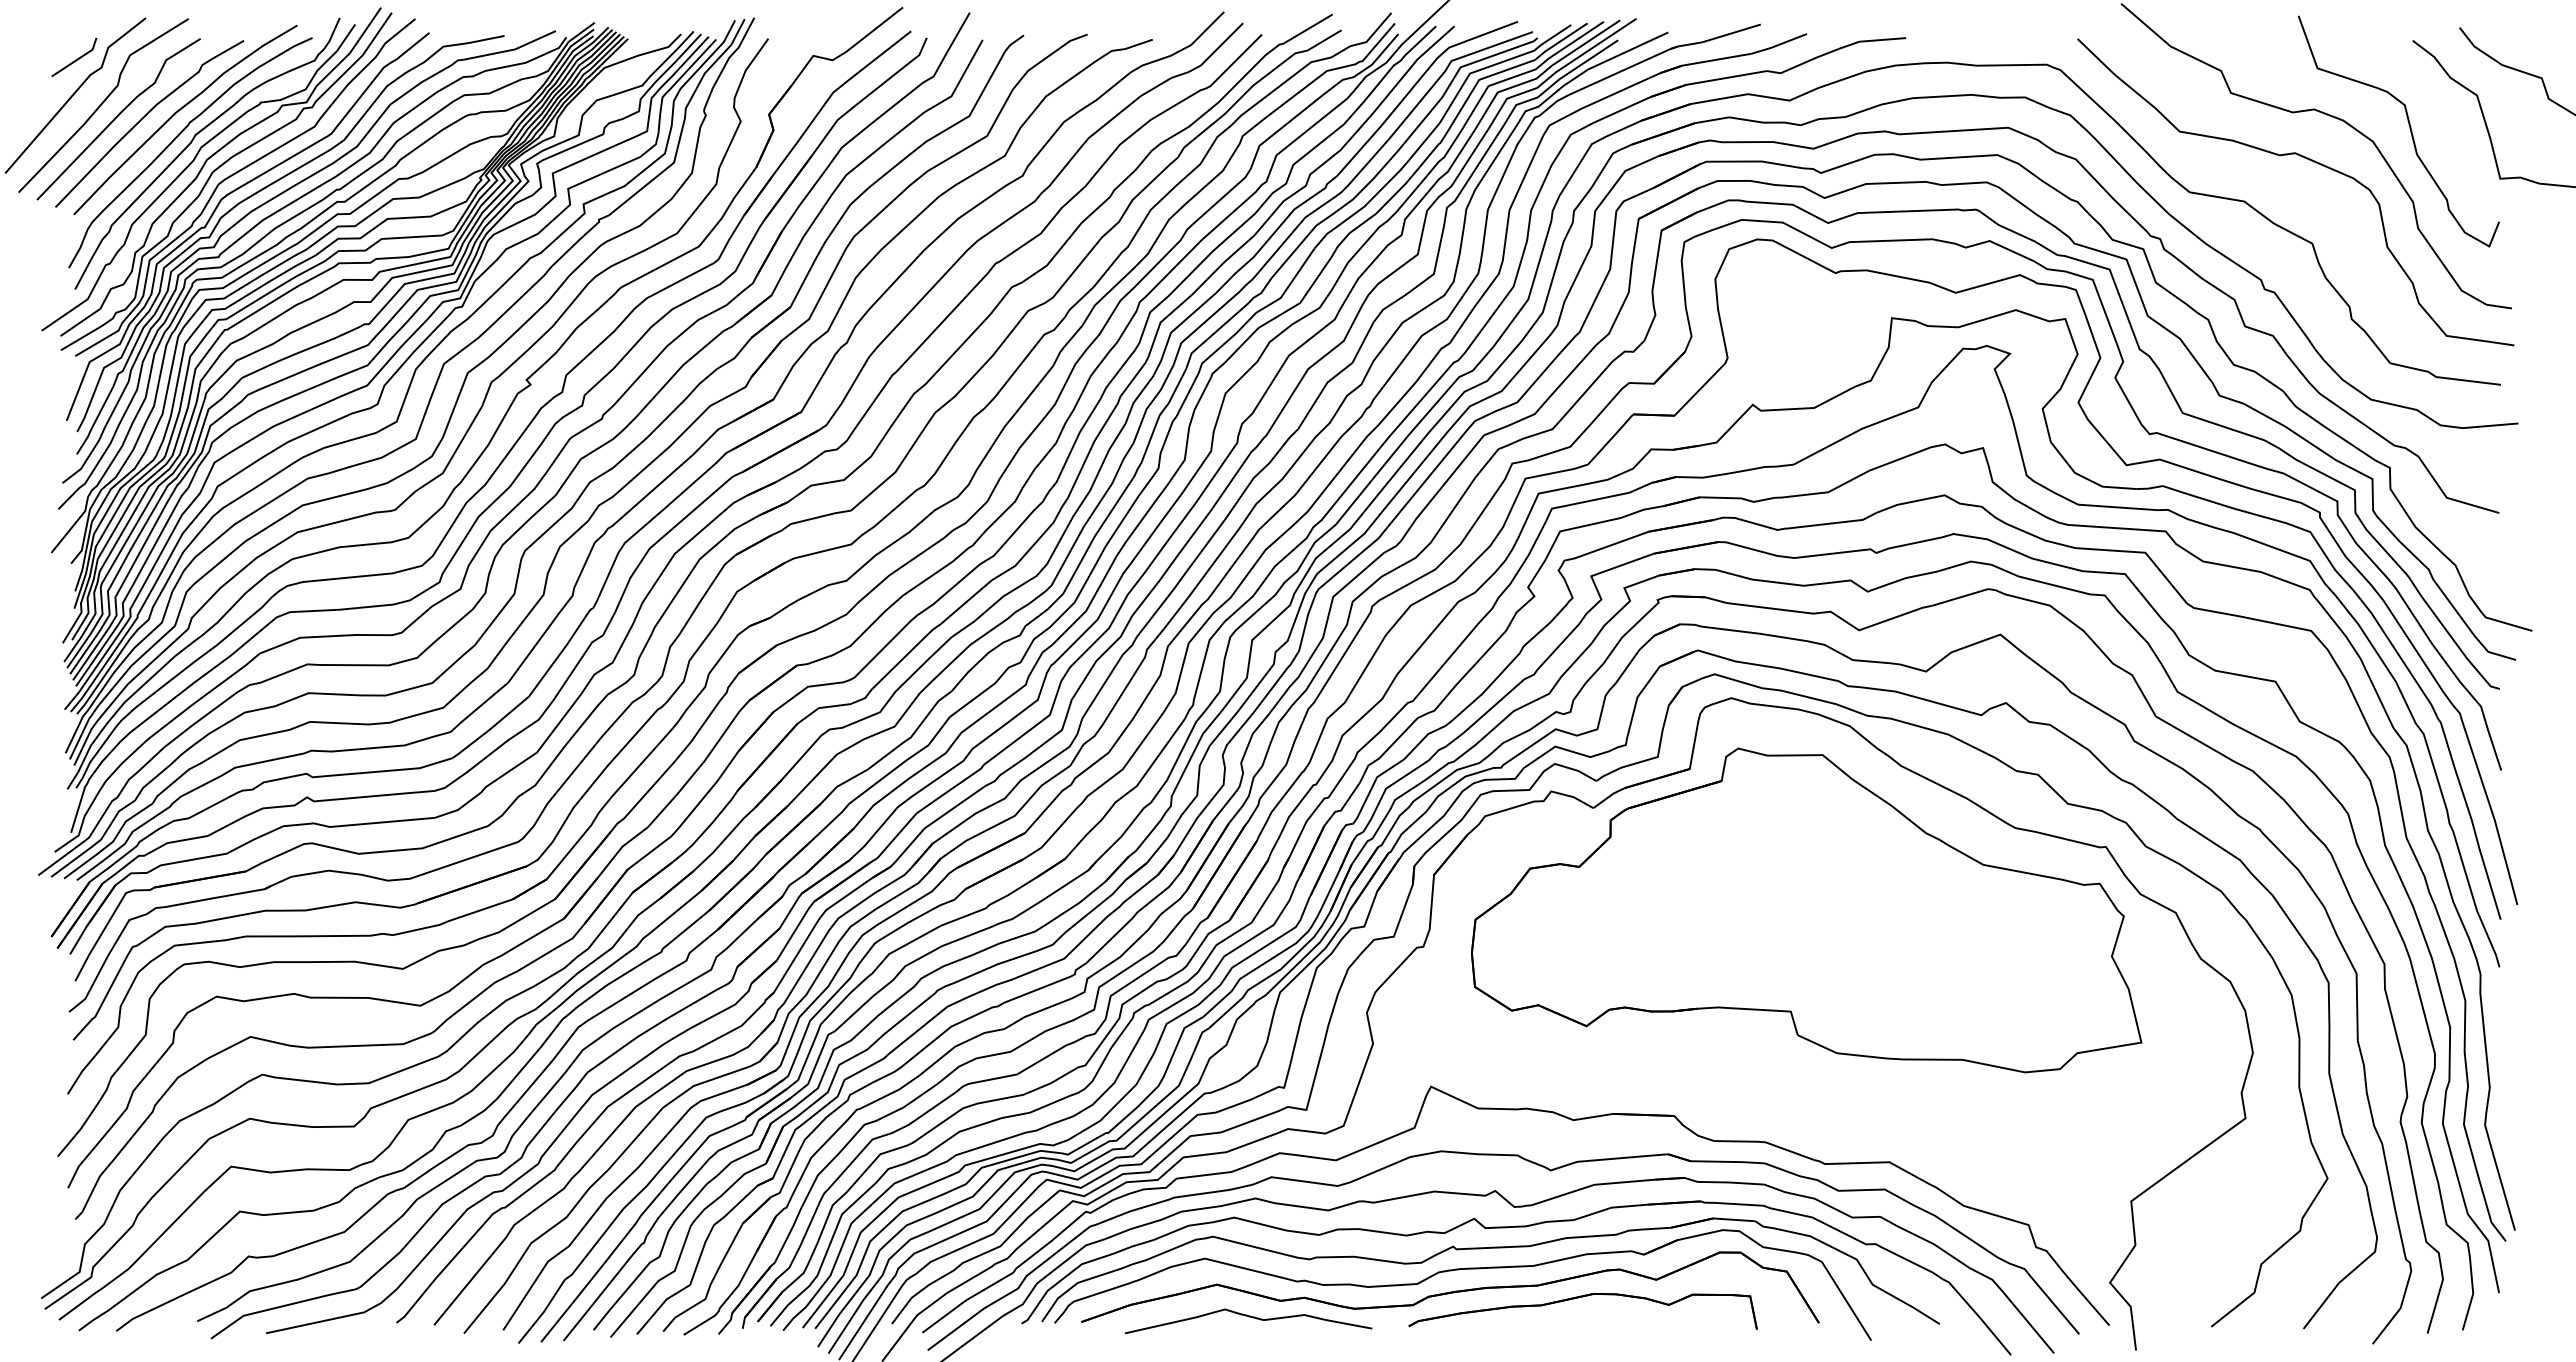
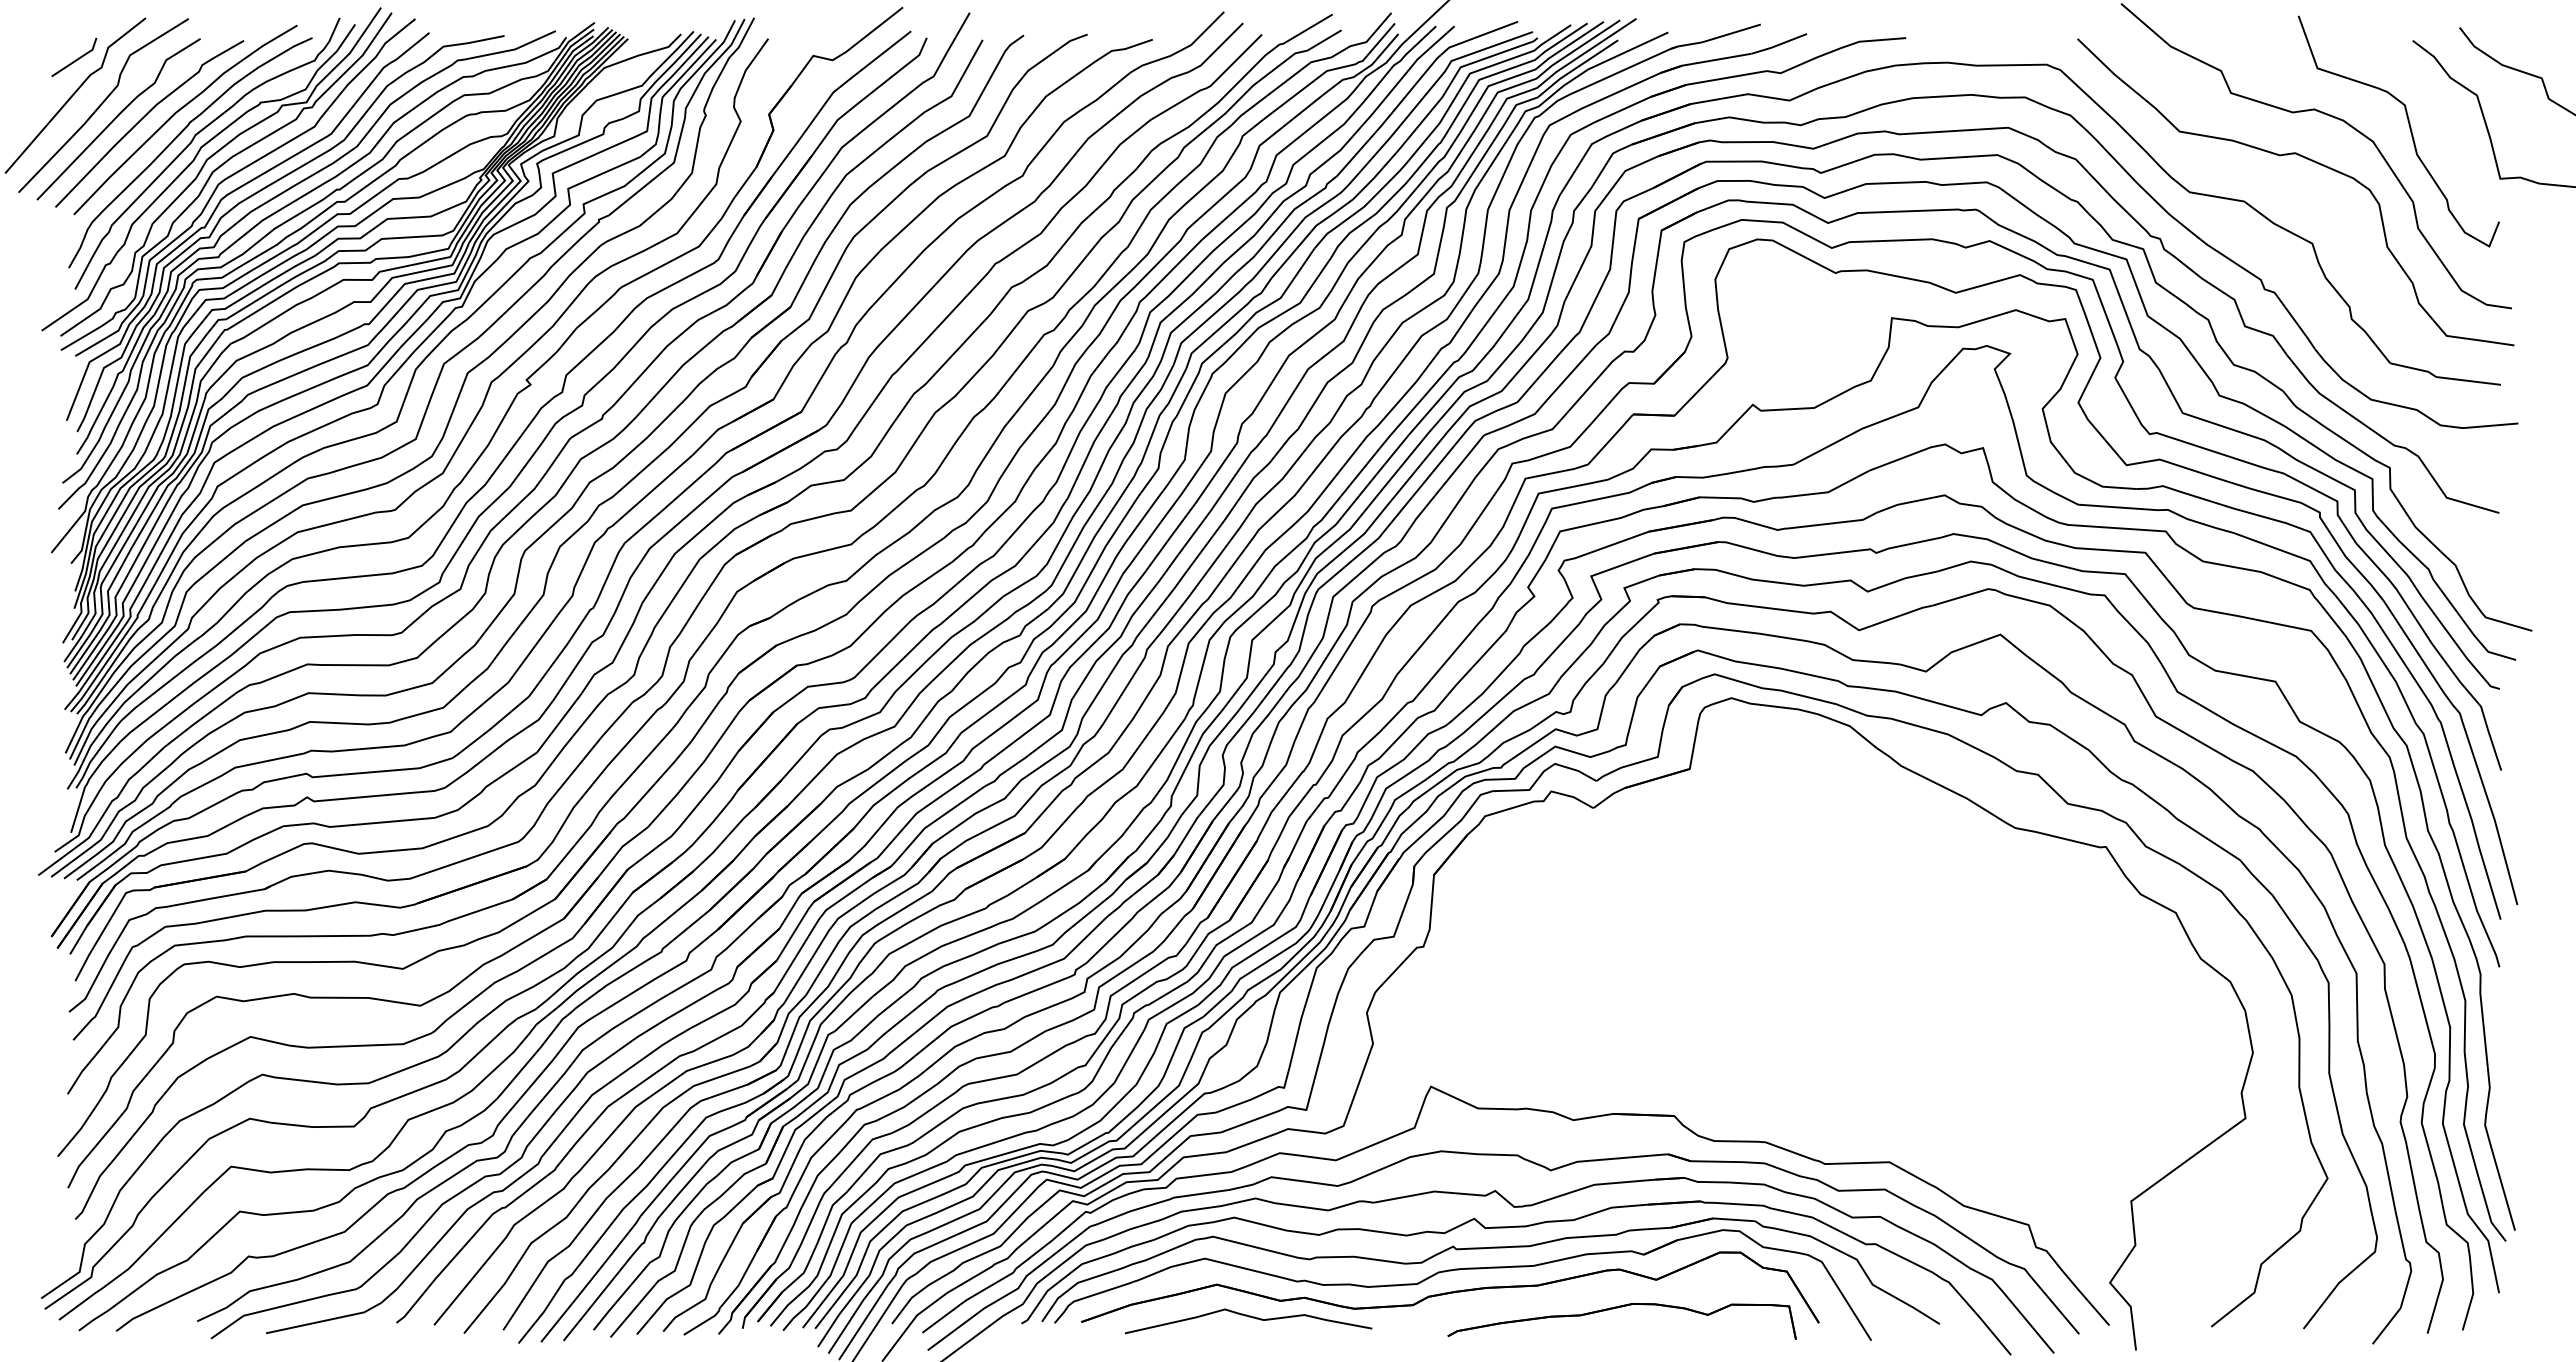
part at (1806, 910): present -> none
part at (1578, 1298) position: (1578, 1298) -> (1617, 1308)
